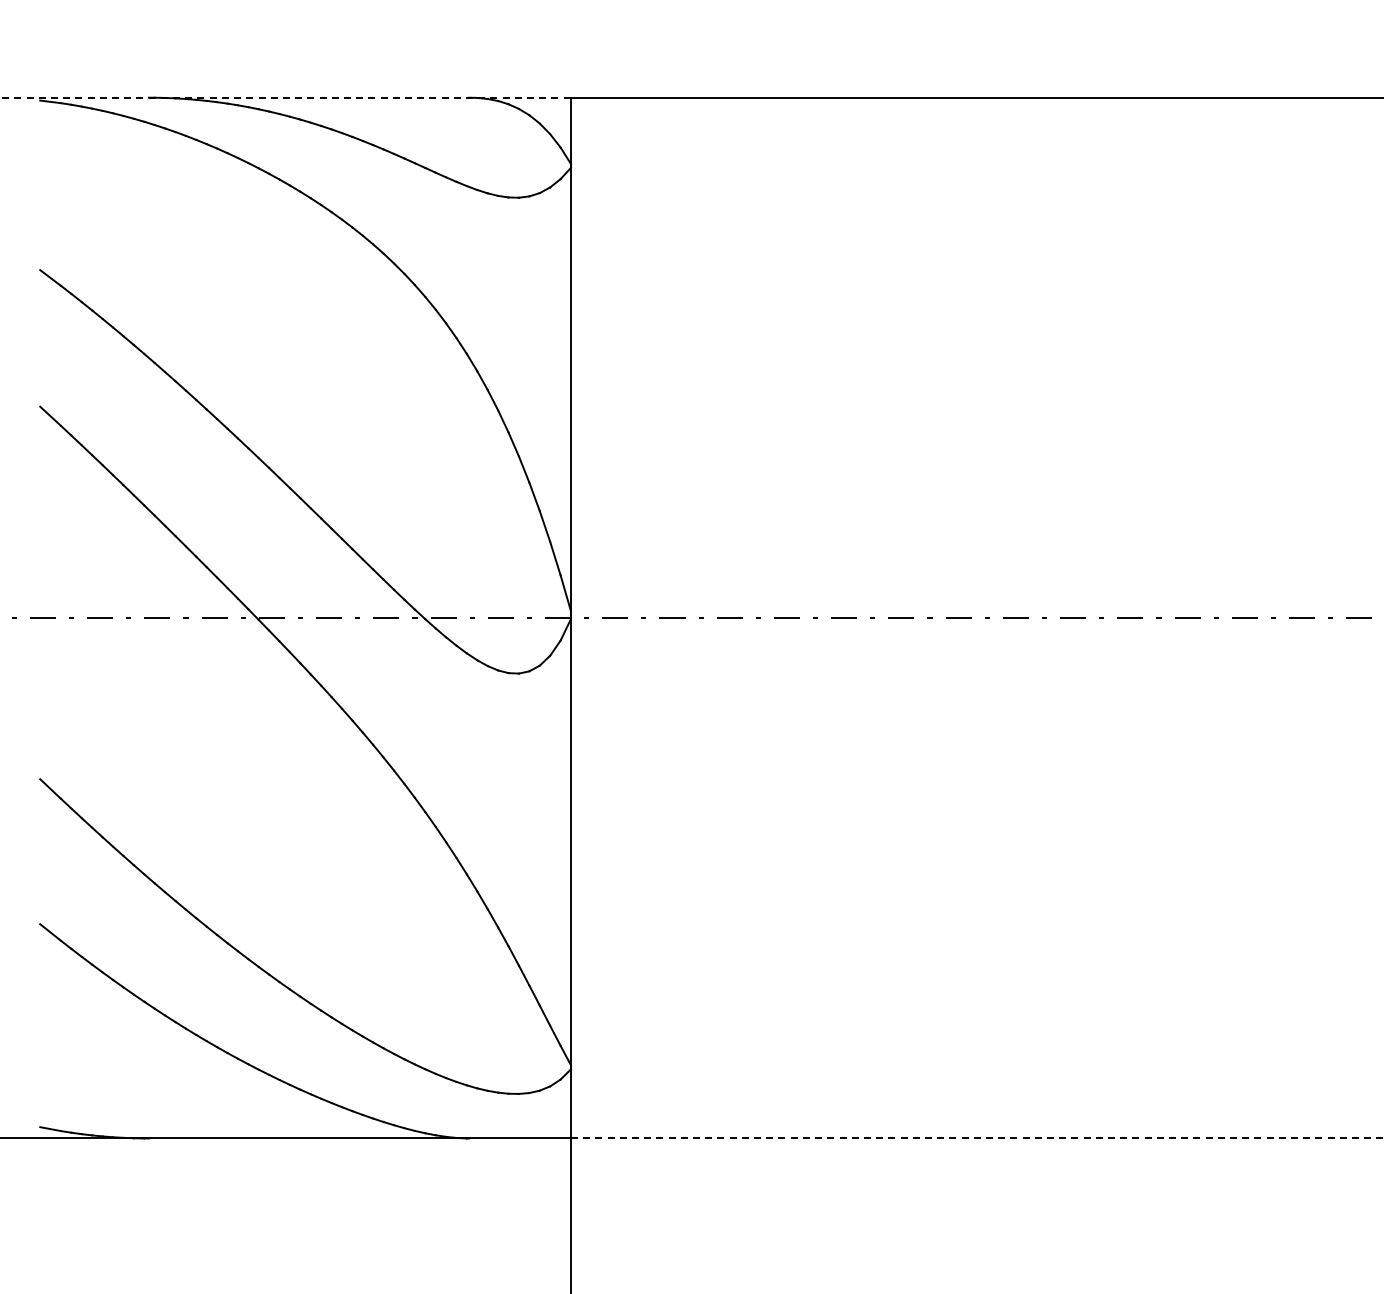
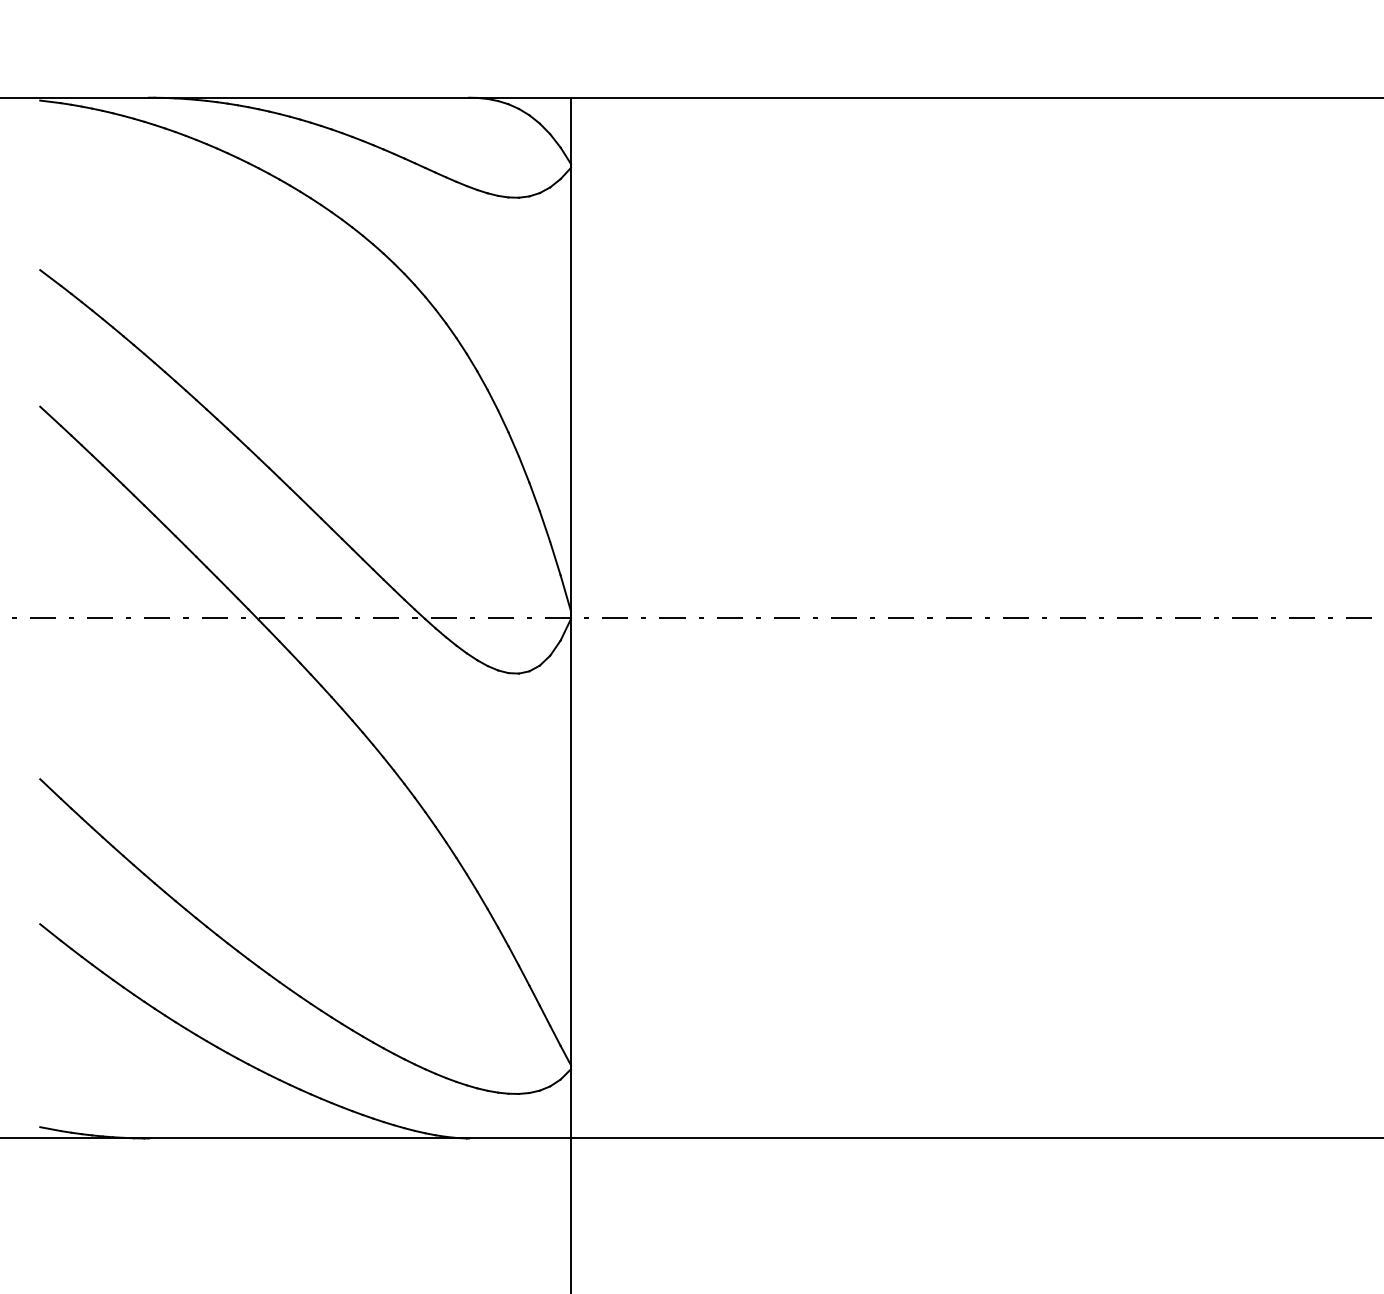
line at (286, 97): dashed -> solid
line at (977, 1138): dashed -> solid
